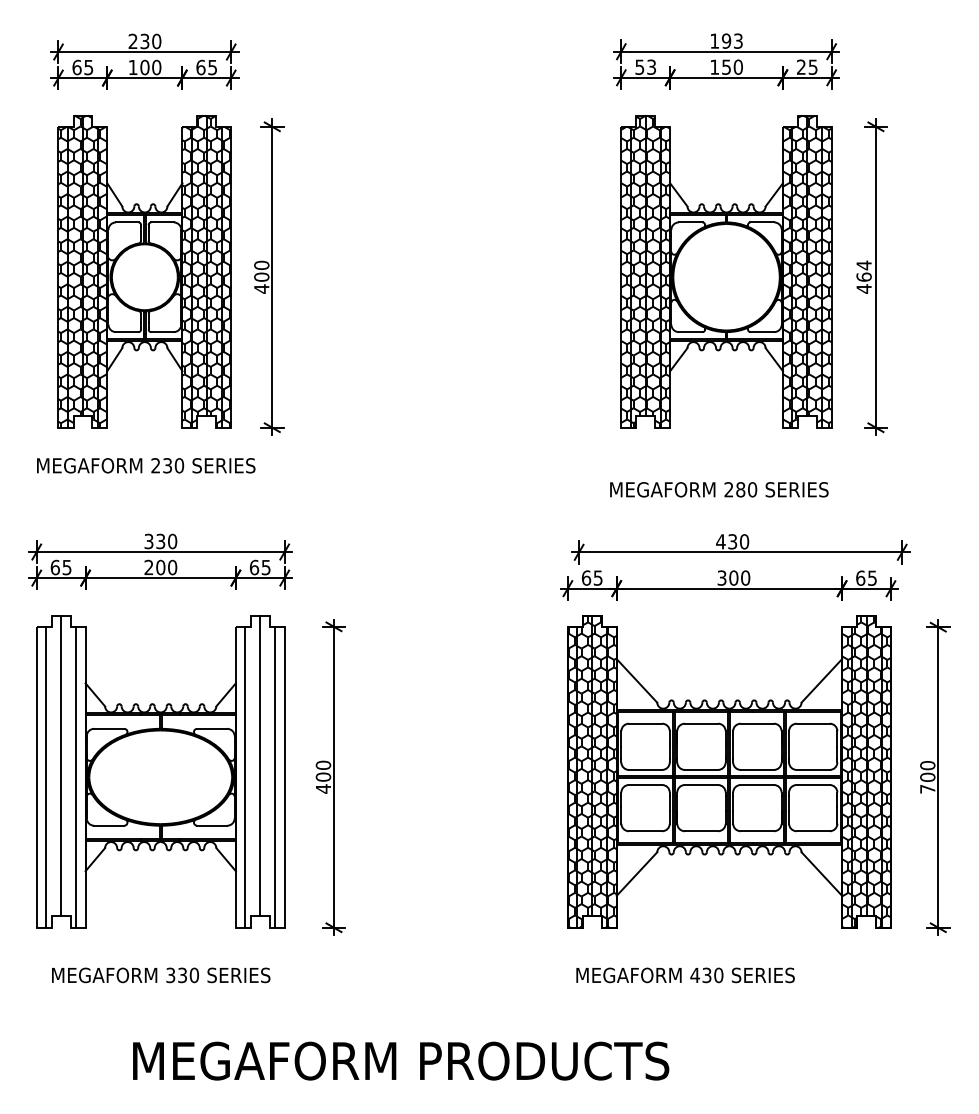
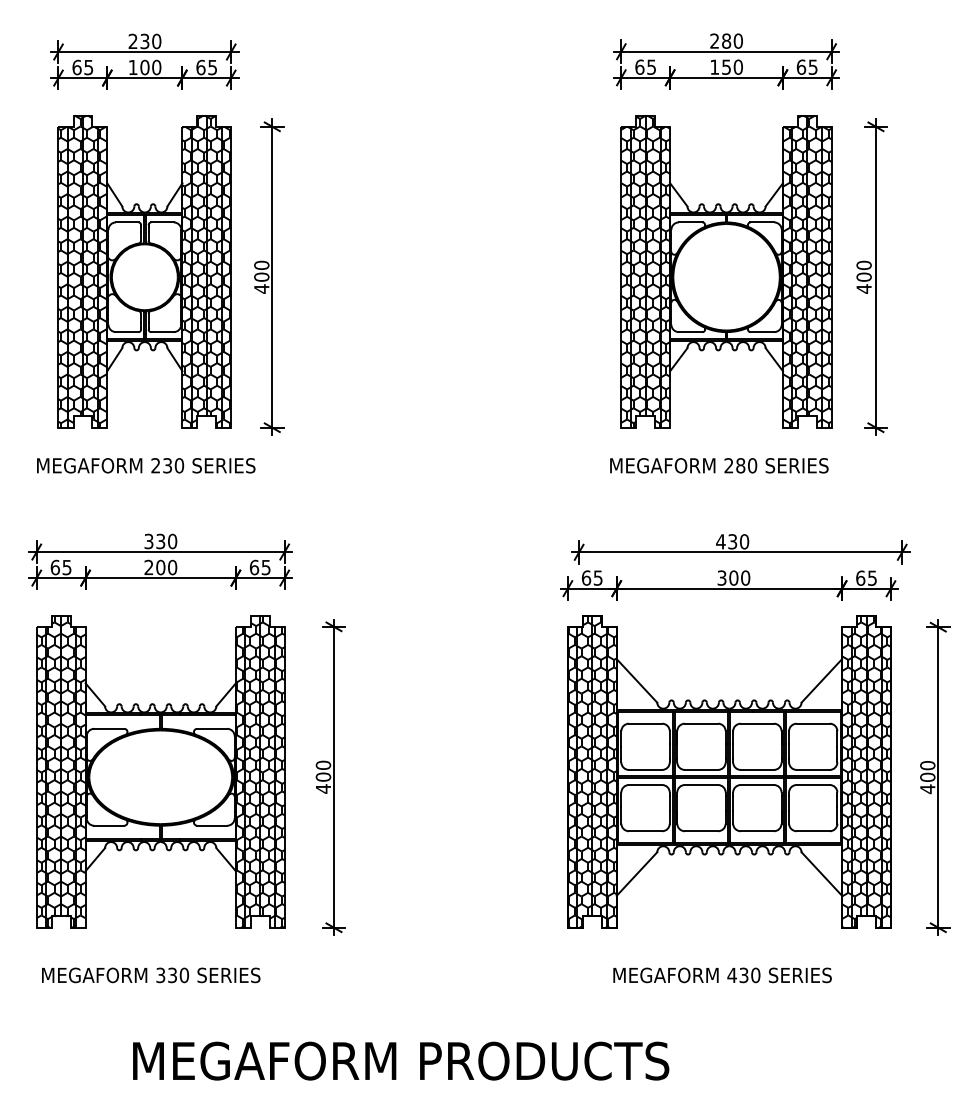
text at (726, 40): 193 -> 280
text at (645, 66): 53 -> 65
text at (801, 66): 25 -> 65
text at (863, 270): 464 -> 400
text at (719, 489) position: (719, 489) -> (719, 465)
hatch at (60, 771): none -> present
hatch at (259, 771): none -> present
text at (927, 789): 700 -> 400
text at (161, 975) position: (161, 975) -> (151, 975)
text at (685, 975) position: (685, 975) -> (722, 975)
